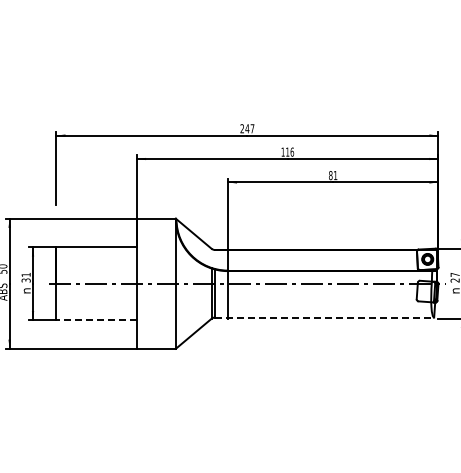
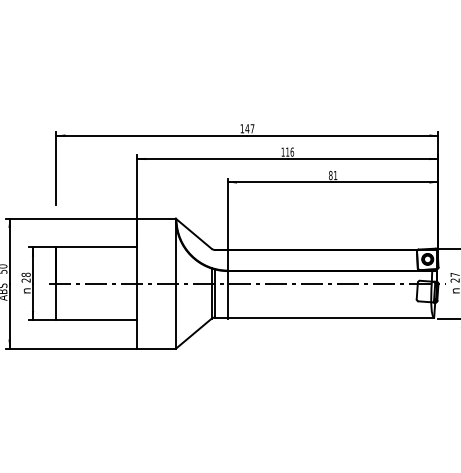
text at (241, 128): 247 -> 147
text at (25, 277): 31 -> 28
line at (324, 317): dashed -> solid
line at (96, 320): dashed -> solid
